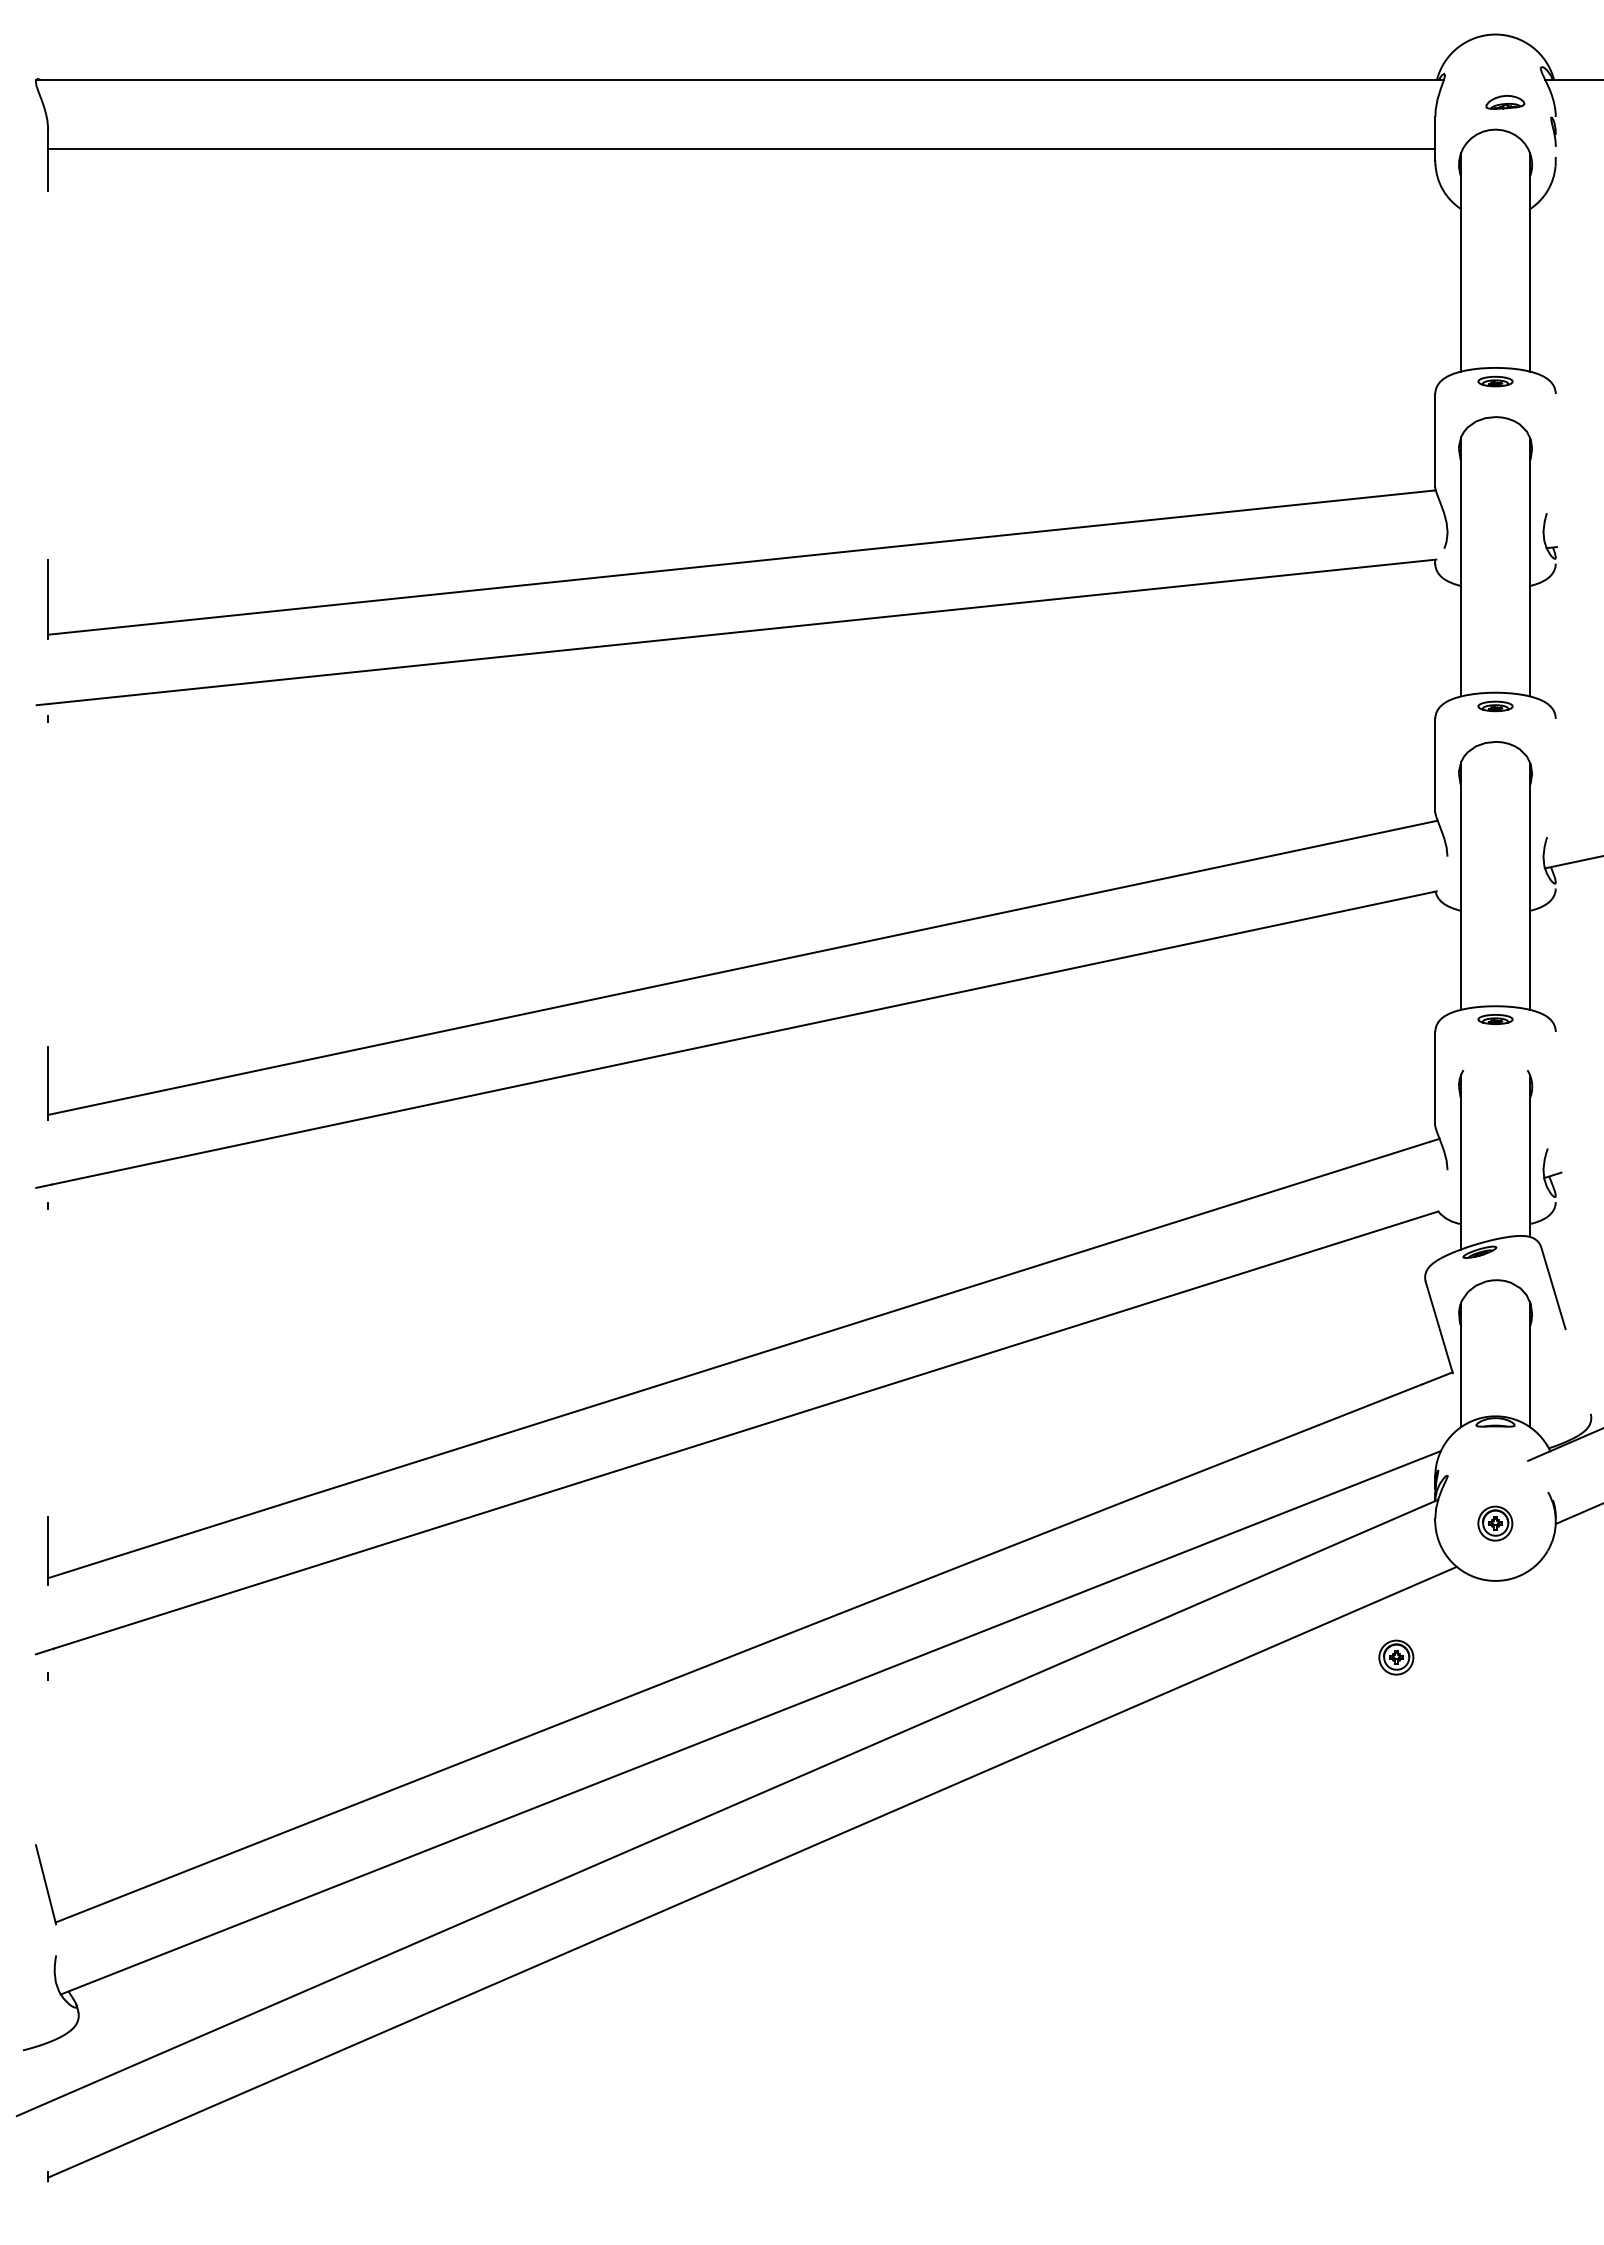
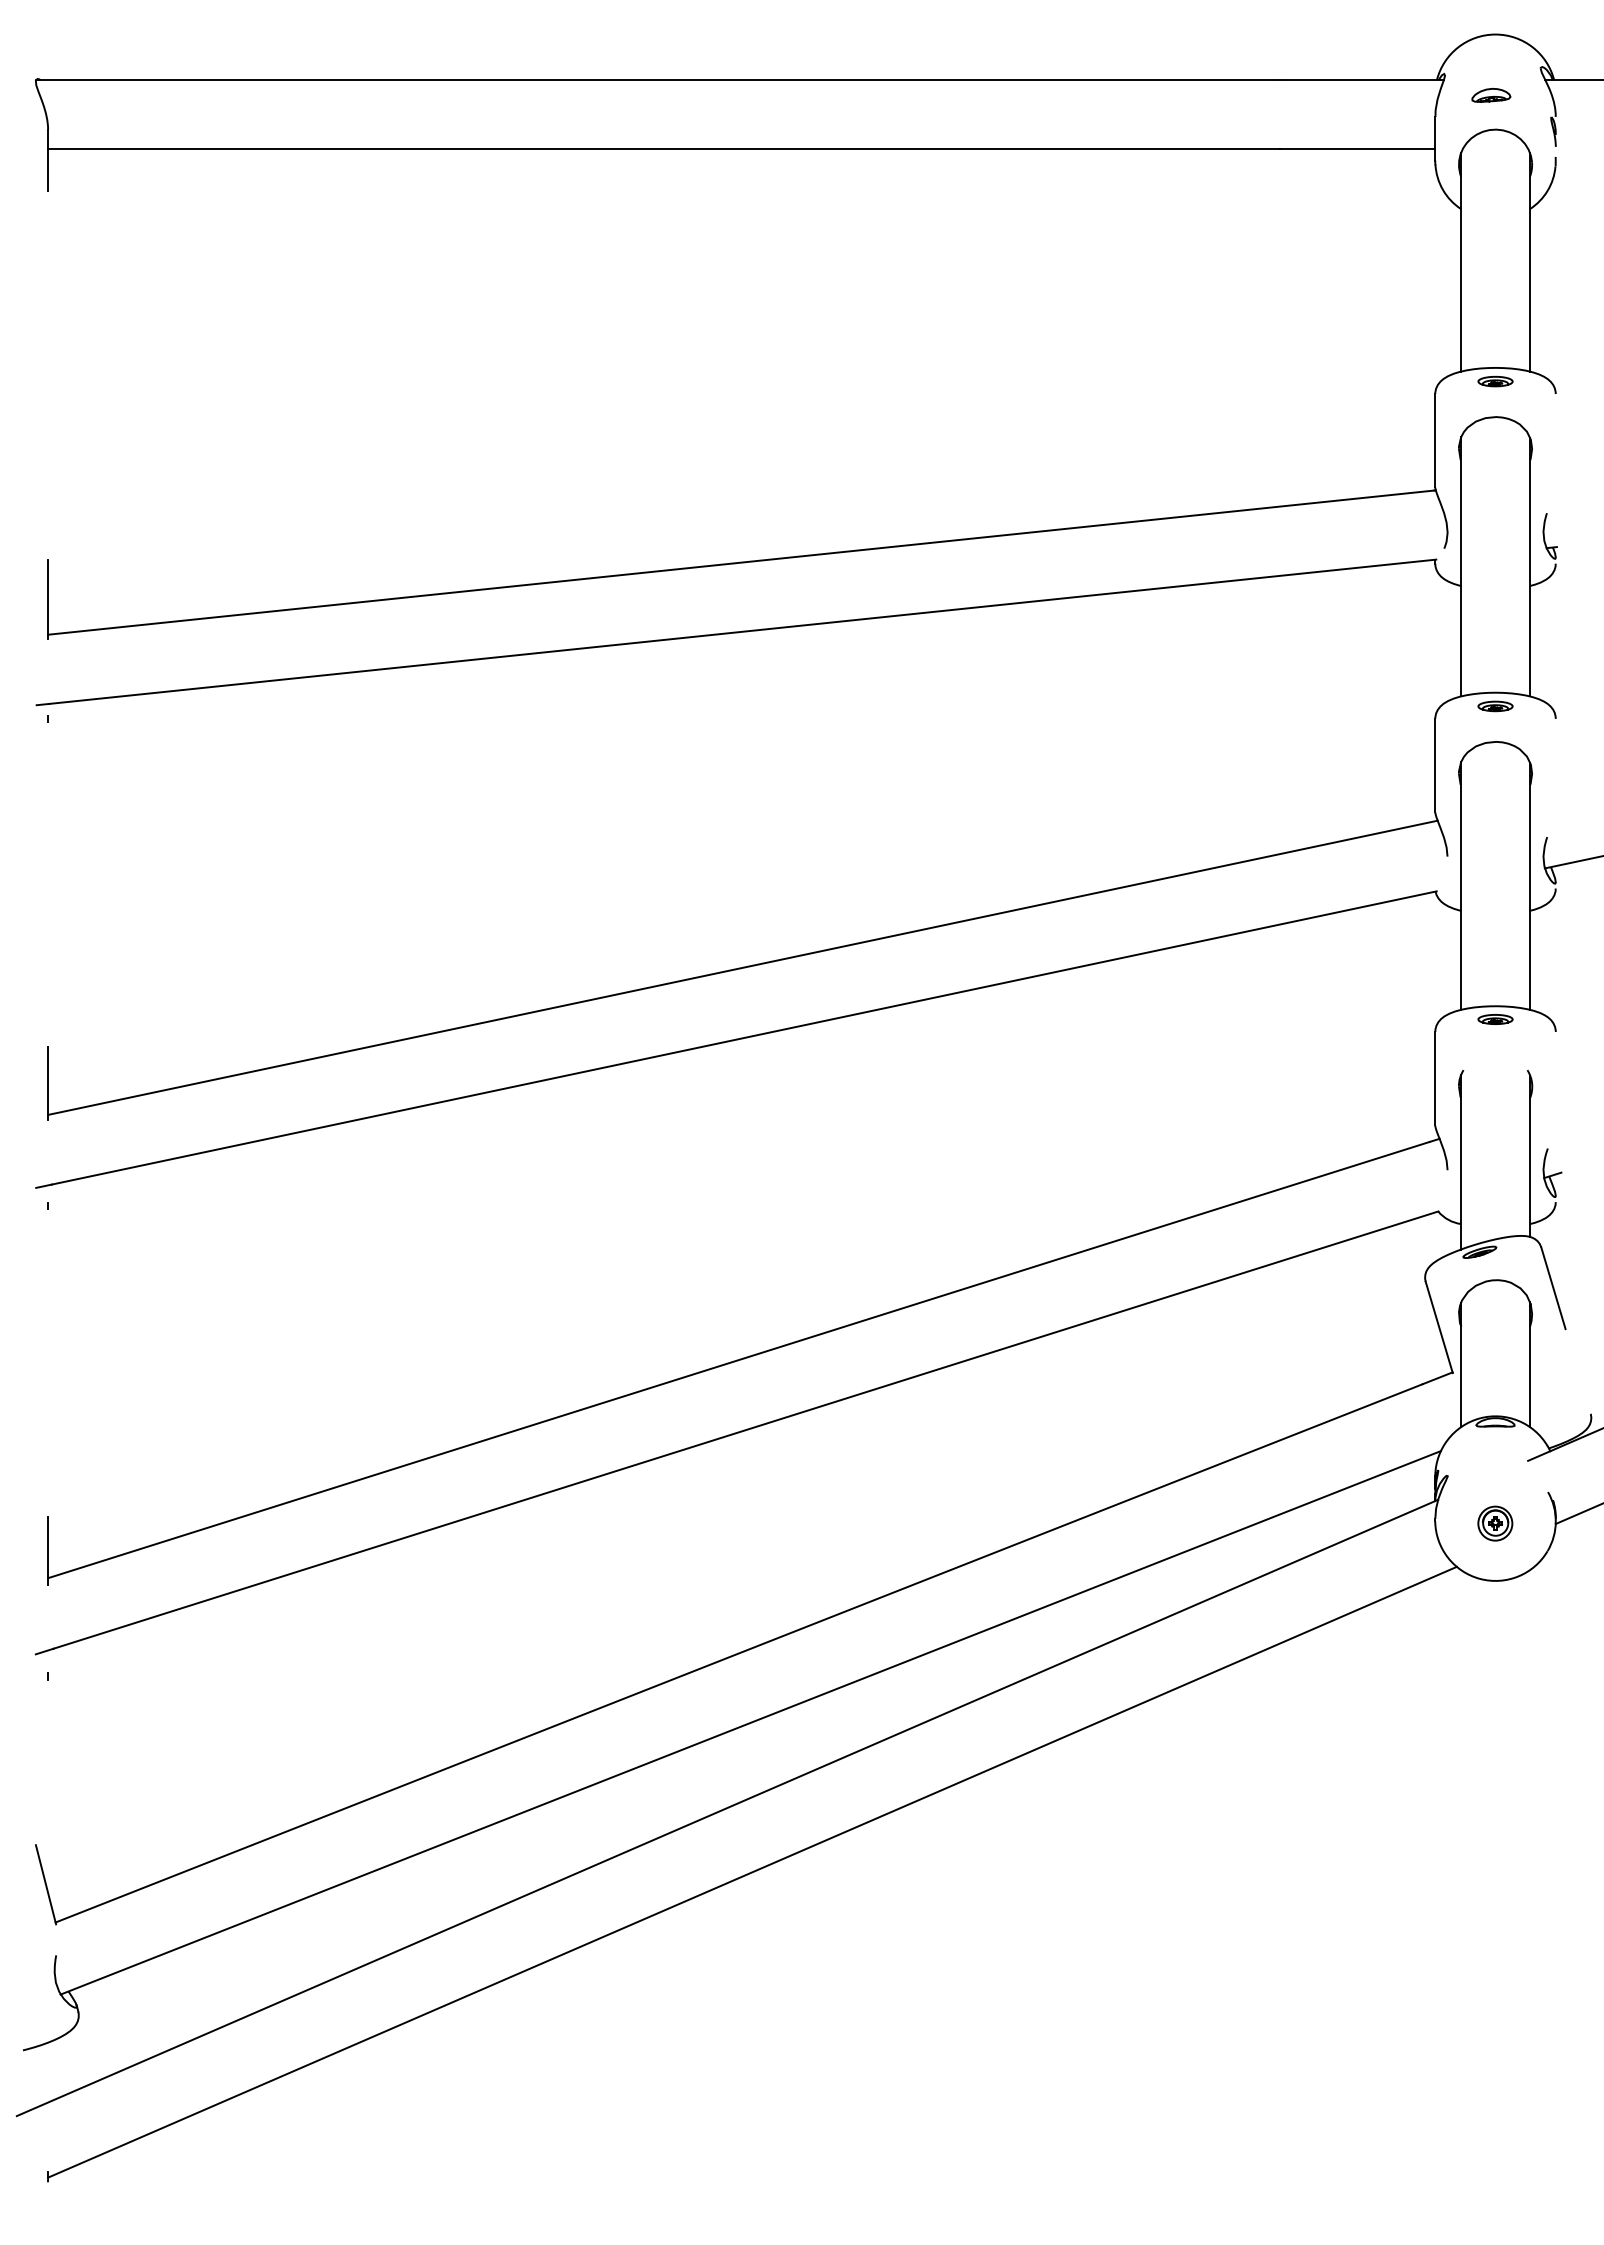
part at (1505, 101) position: (1505, 101) -> (1491, 94)
part at (1396, 1657): present -> none
